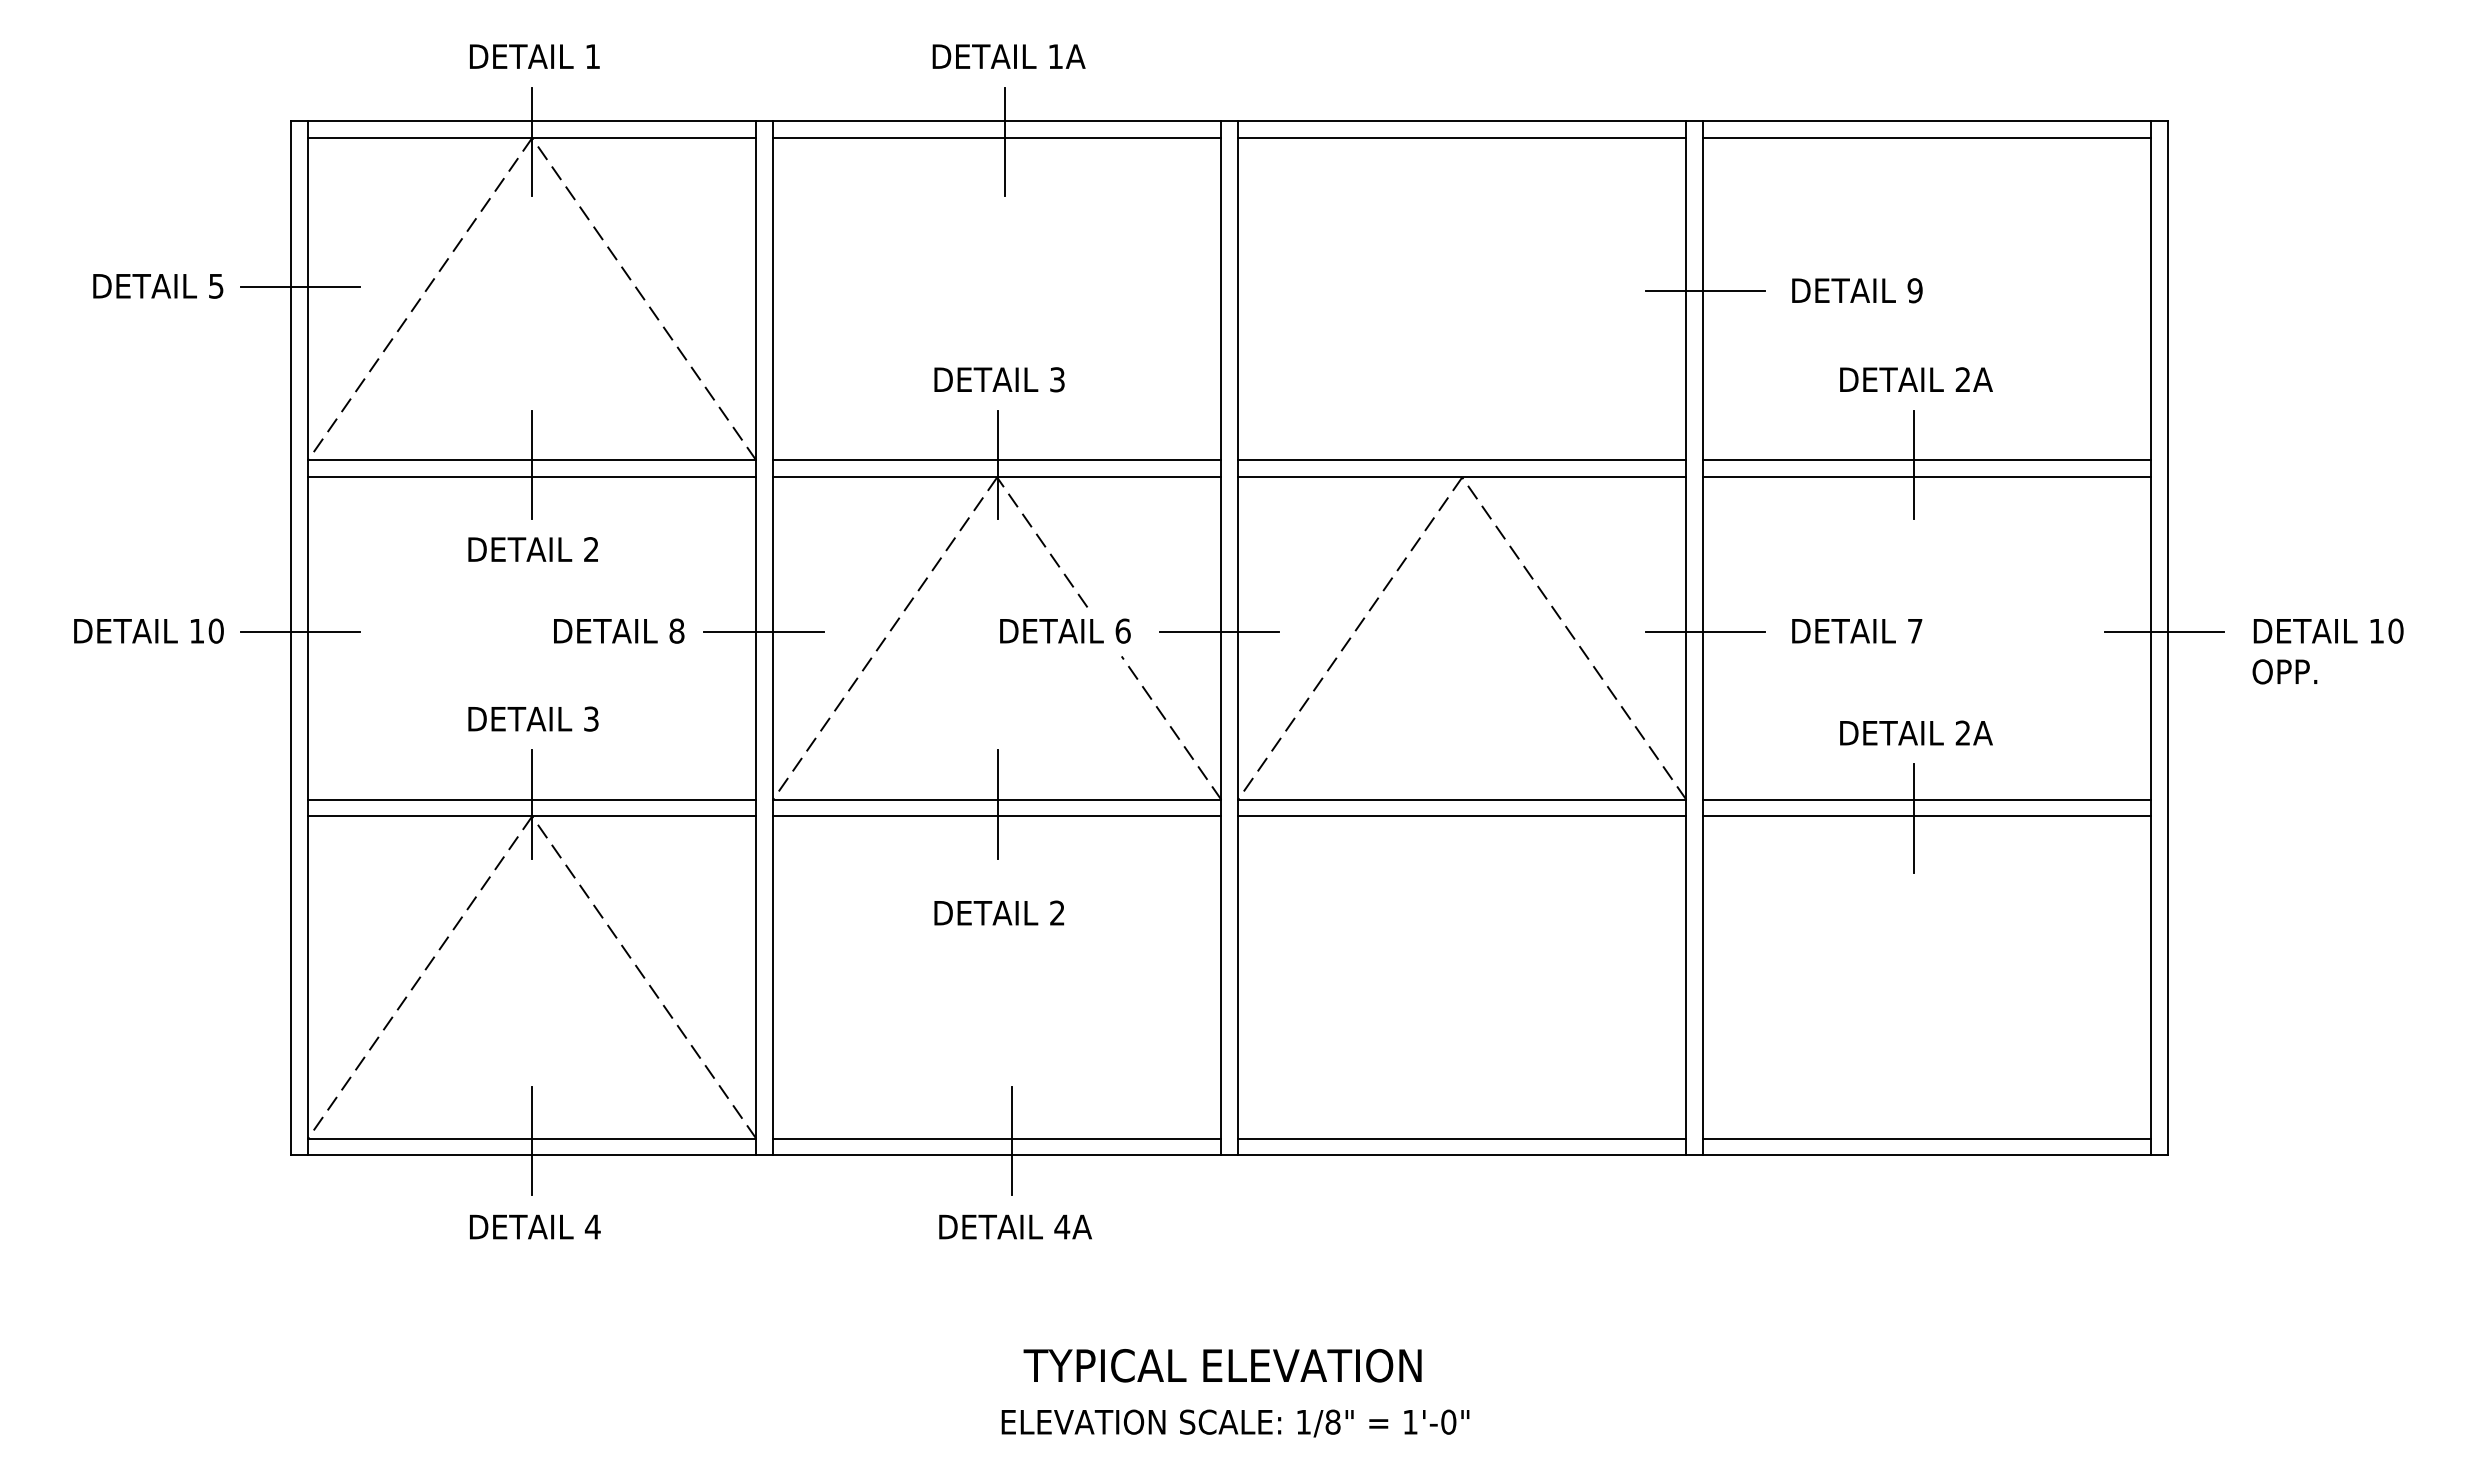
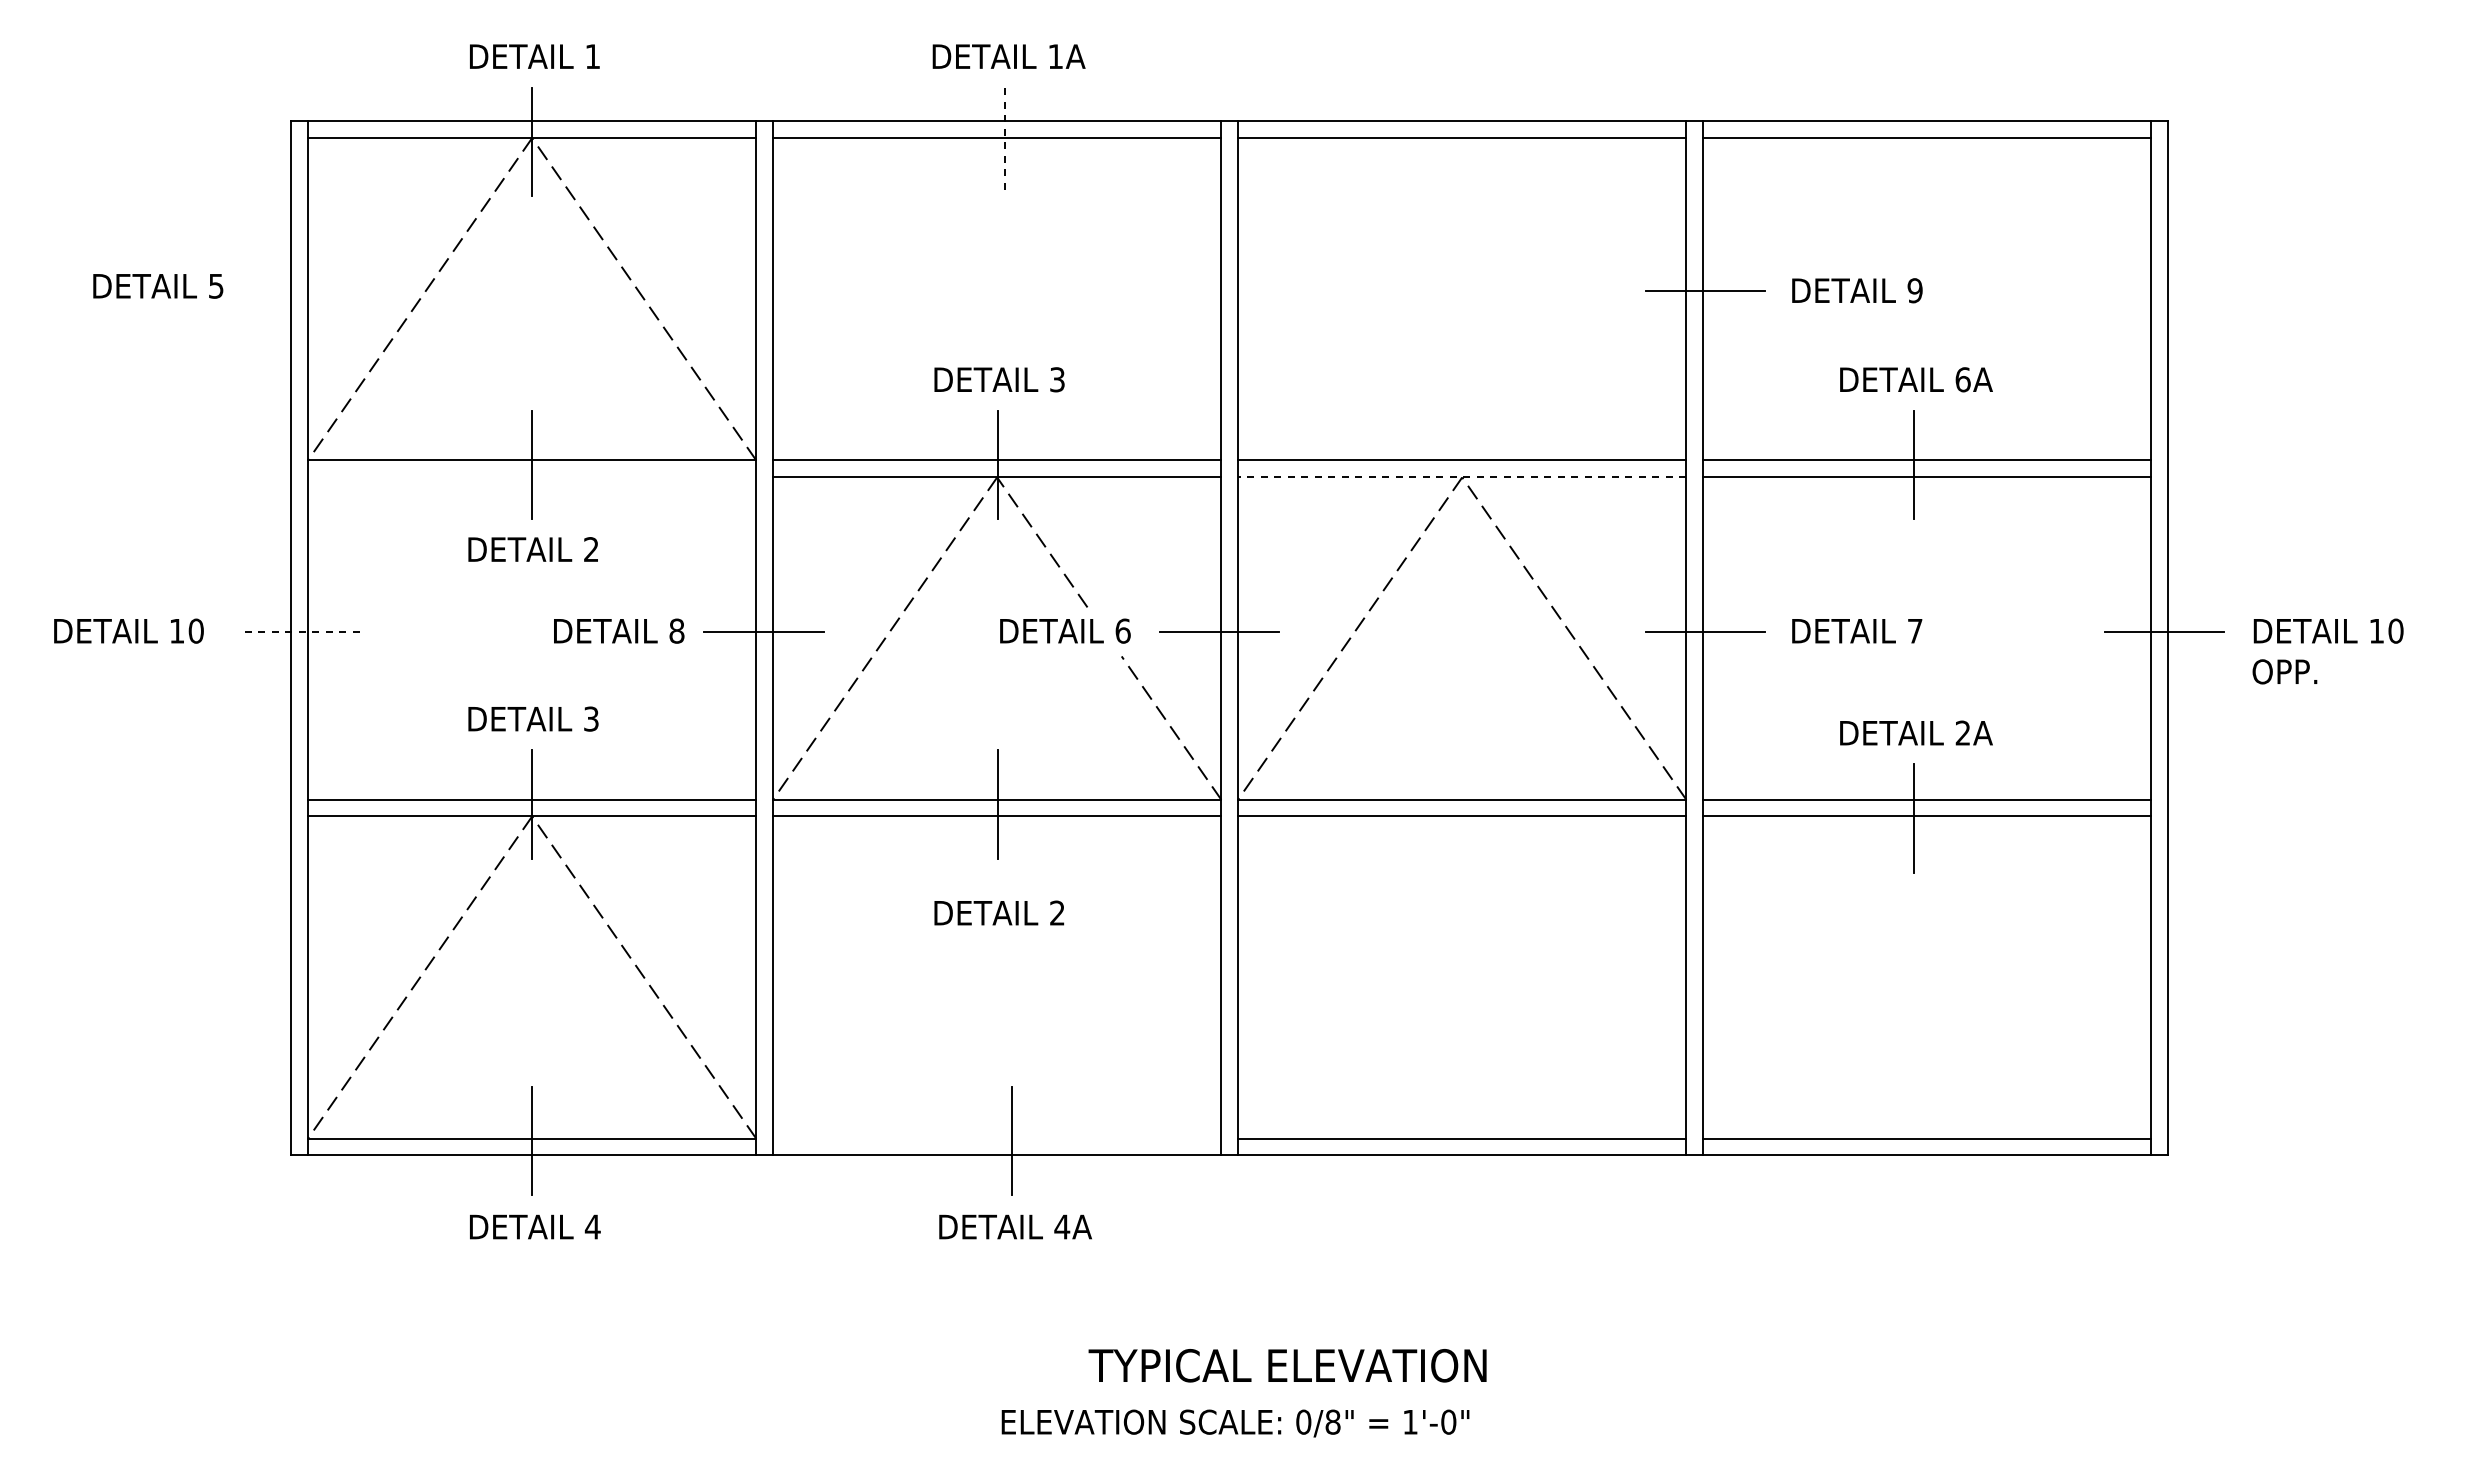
line at (1005, 142): solid -> dashed
line at (299, 286): present -> none
text at (1962, 379): 2A -> 6A
line at (531, 477): present -> none
line at (1461, 477): solid -> dashed
text at (148, 630) position: (148, 630) -> (128, 630)
line at (300, 631): solid -> dashed
line at (996, 1138): present -> none
text at (1222, 1365) position: (1222, 1365) -> (1287, 1365)
text at (1303, 1421): 1/8" -> 0/8"
